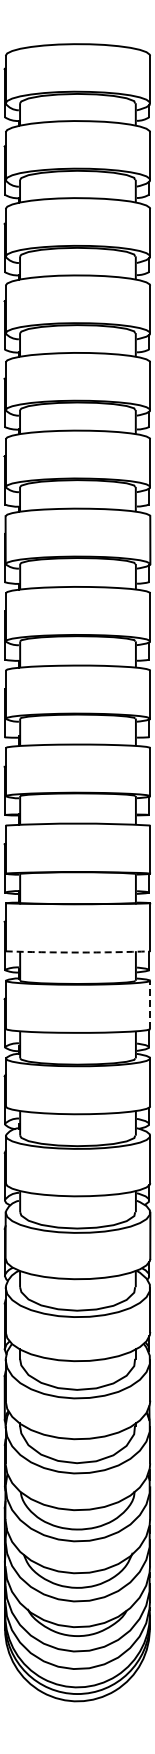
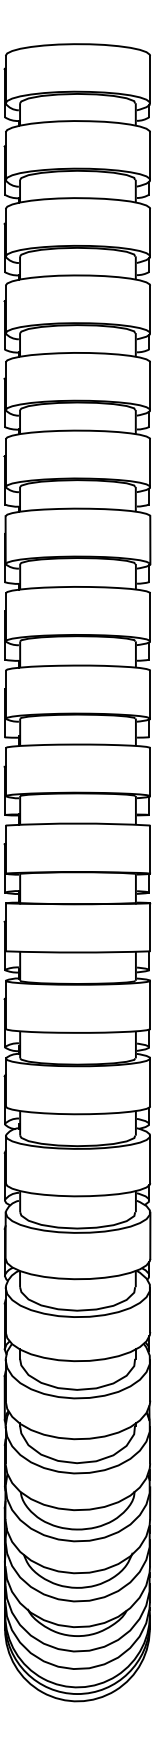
arc at (78, 952): dashed -> solid
line at (150, 1004): dashed -> solid
